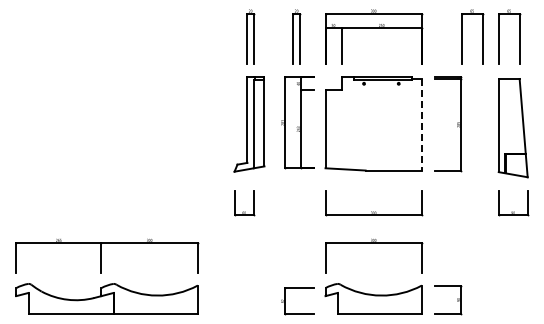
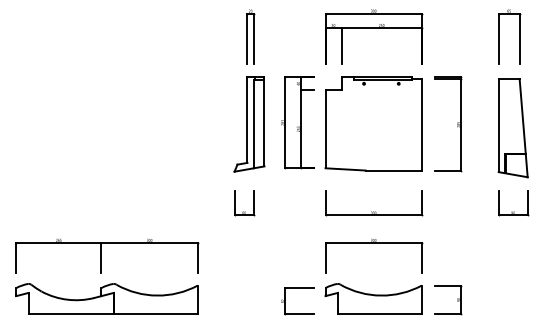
part at (296, 36): present -> none
part at (462, 36): present -> none
line at (421, 124): dashed -> solid
